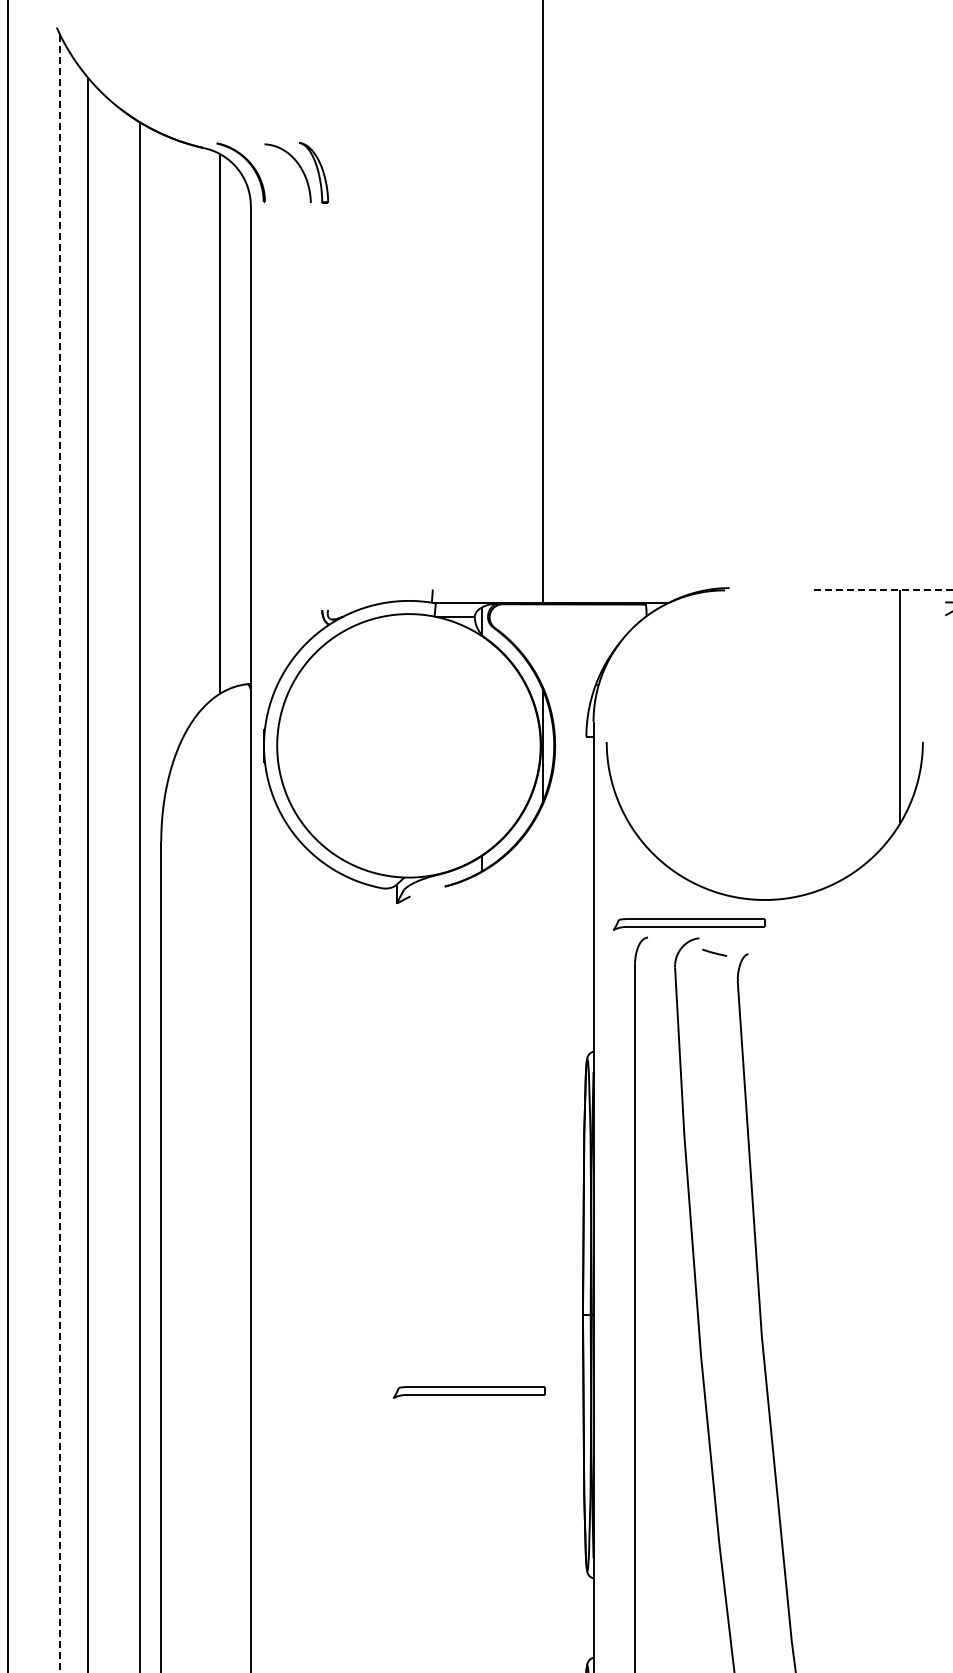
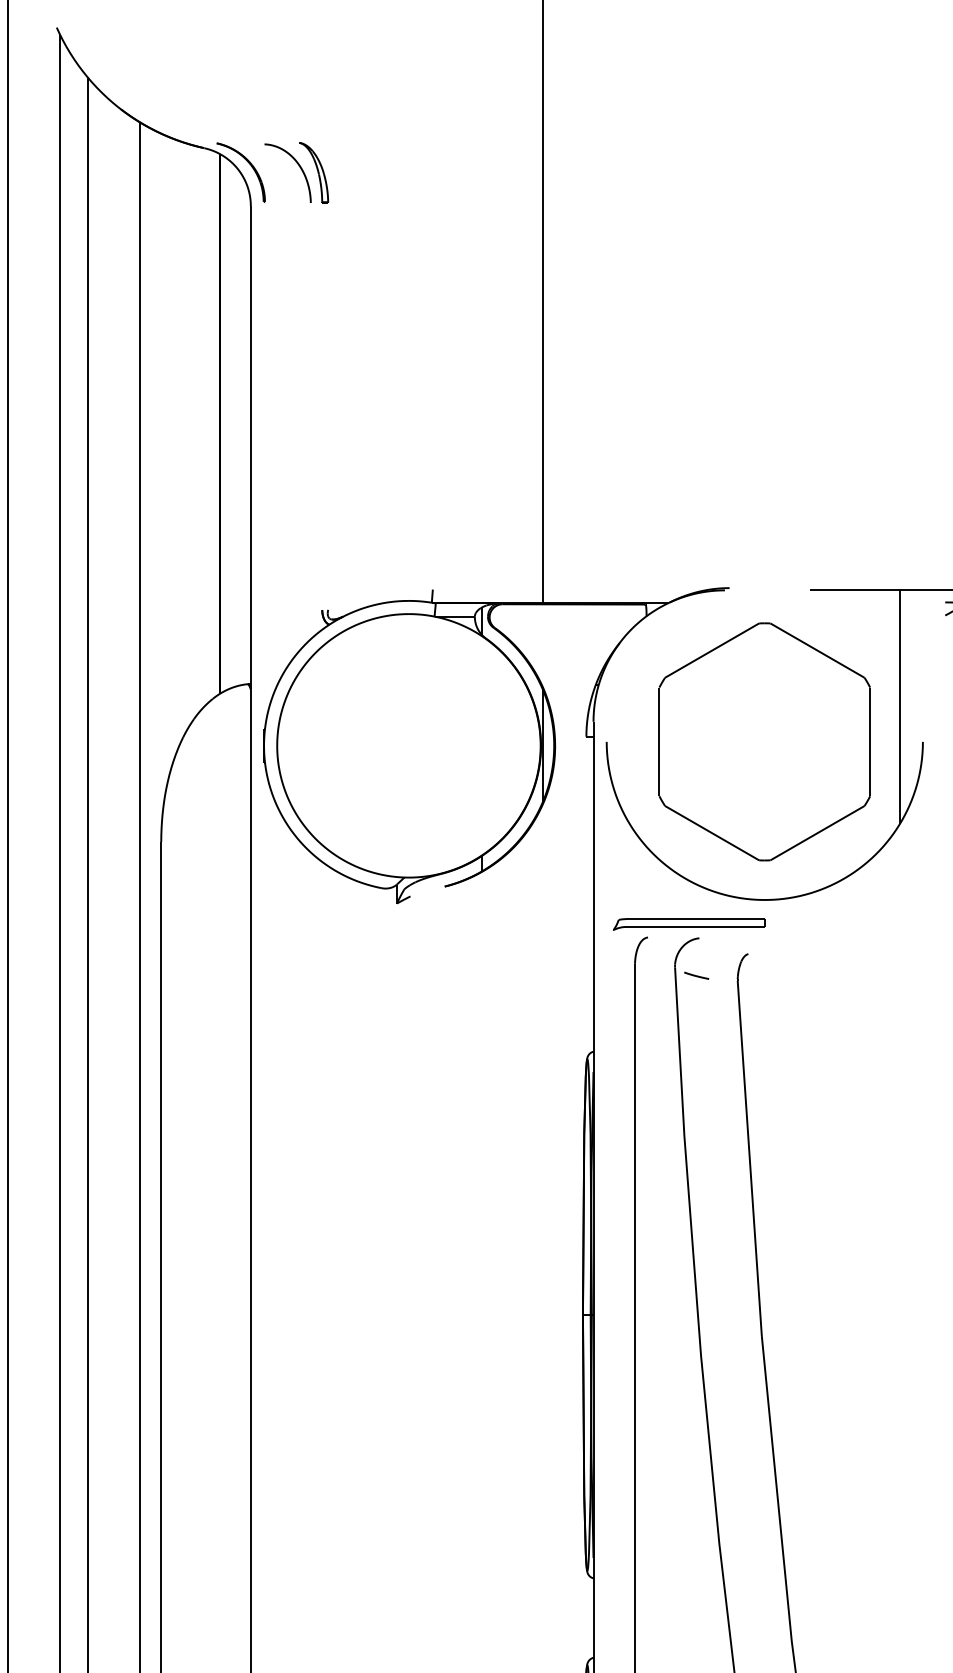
line at (880, 590): dashed -> solid
part at (764, 741): none -> present
line at (60, 854): dashed -> solid
line at (714, 952) position: (714, 952) -> (696, 975)
part at (469, 1392): present -> none
